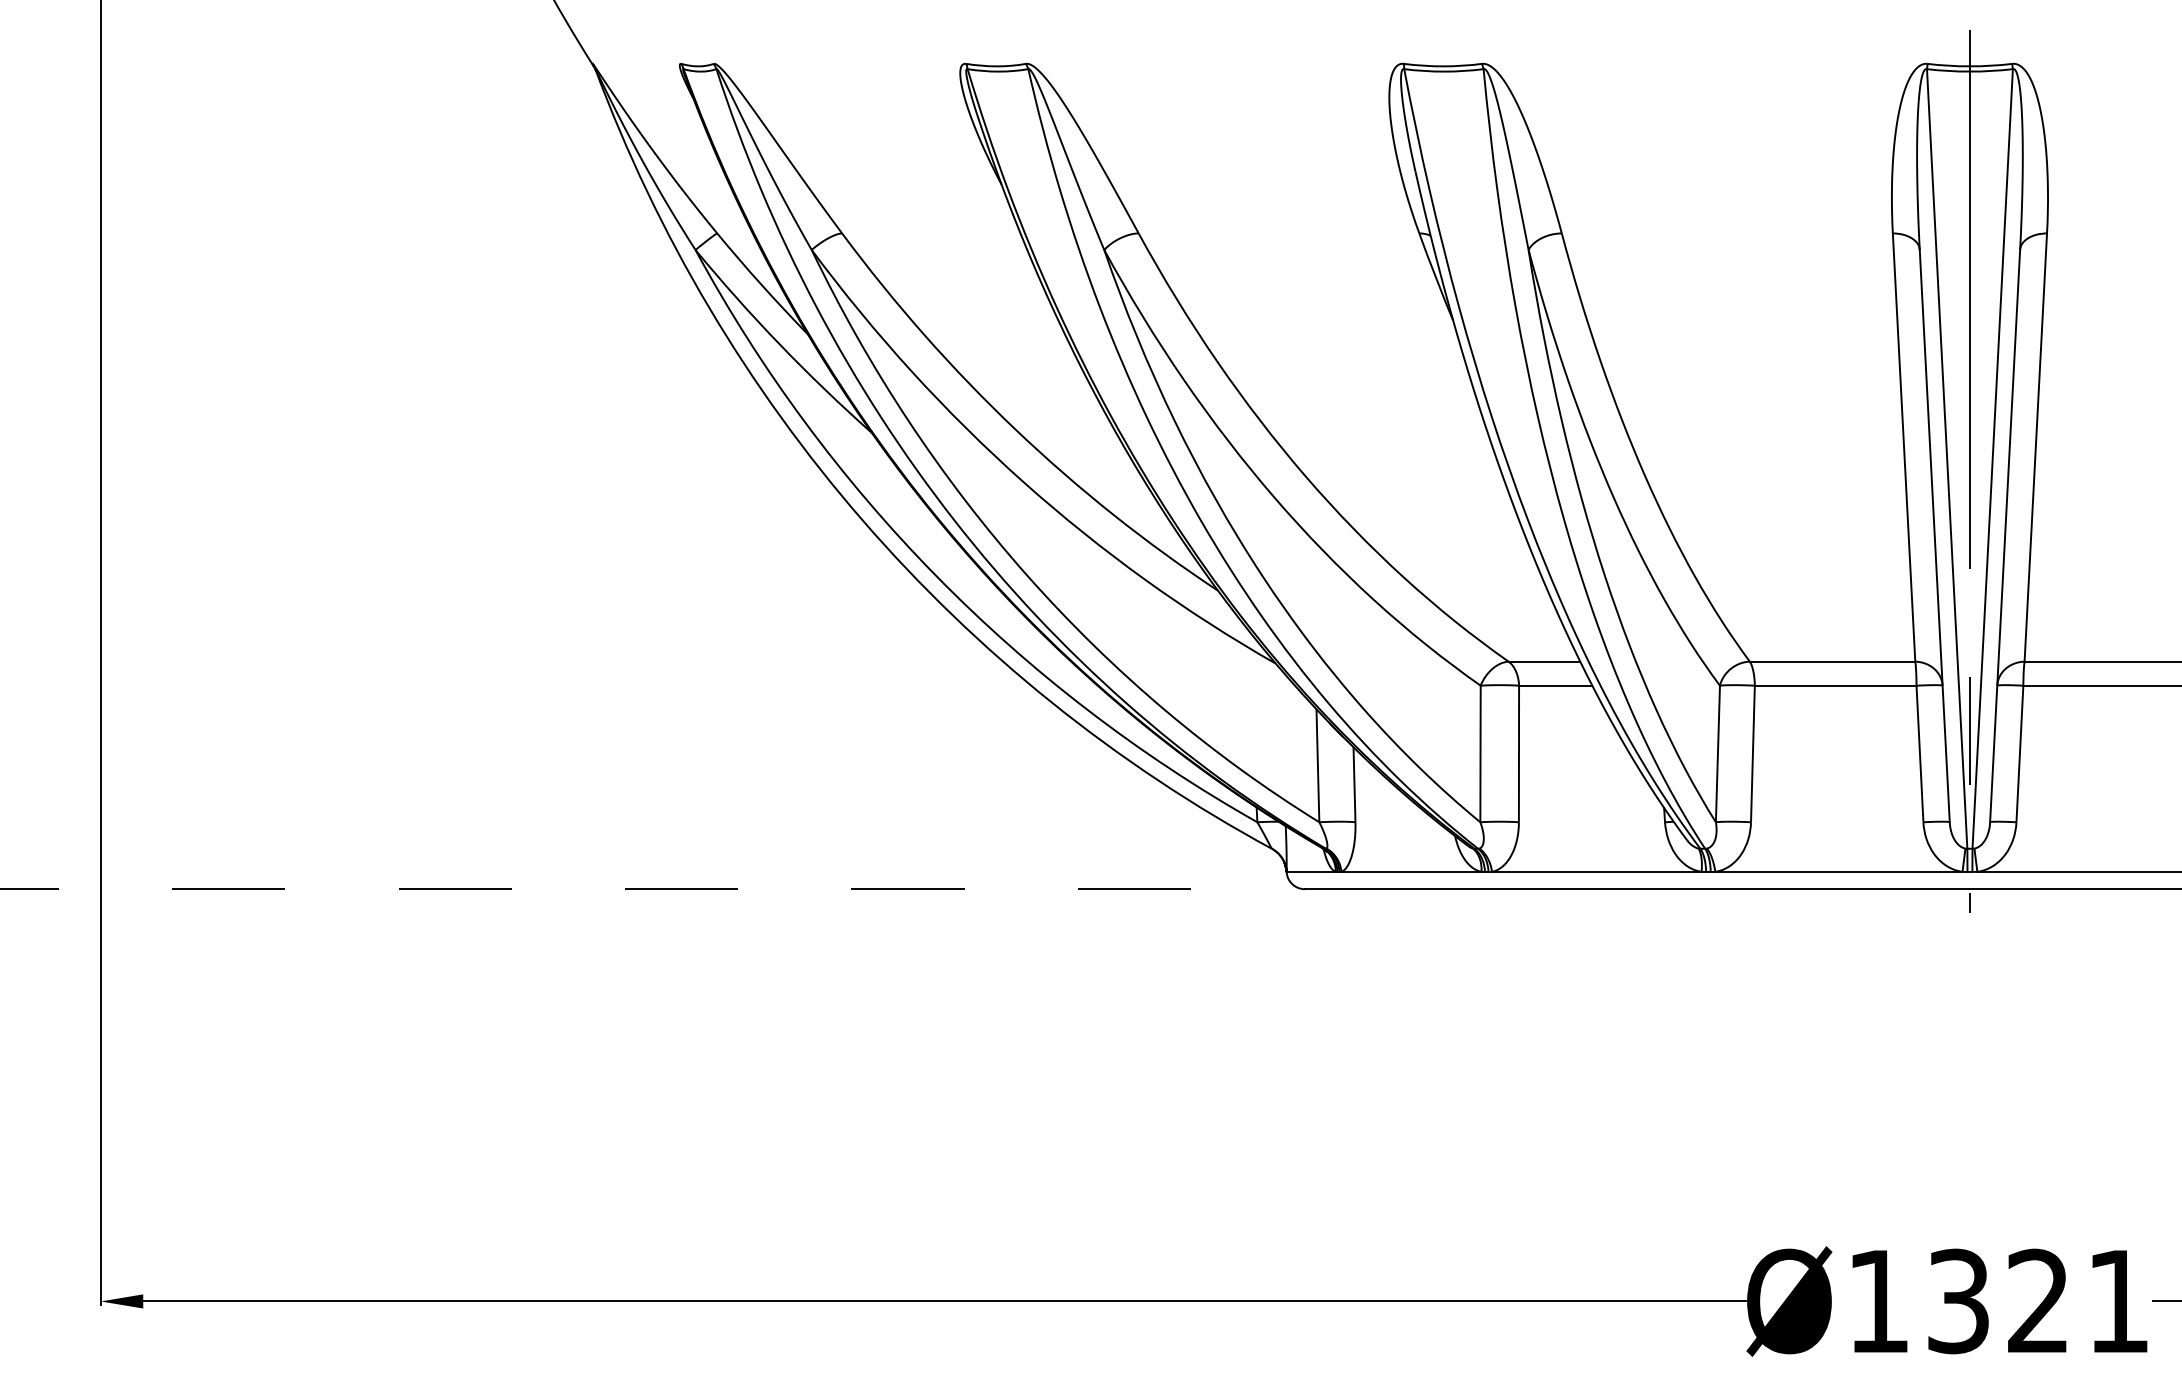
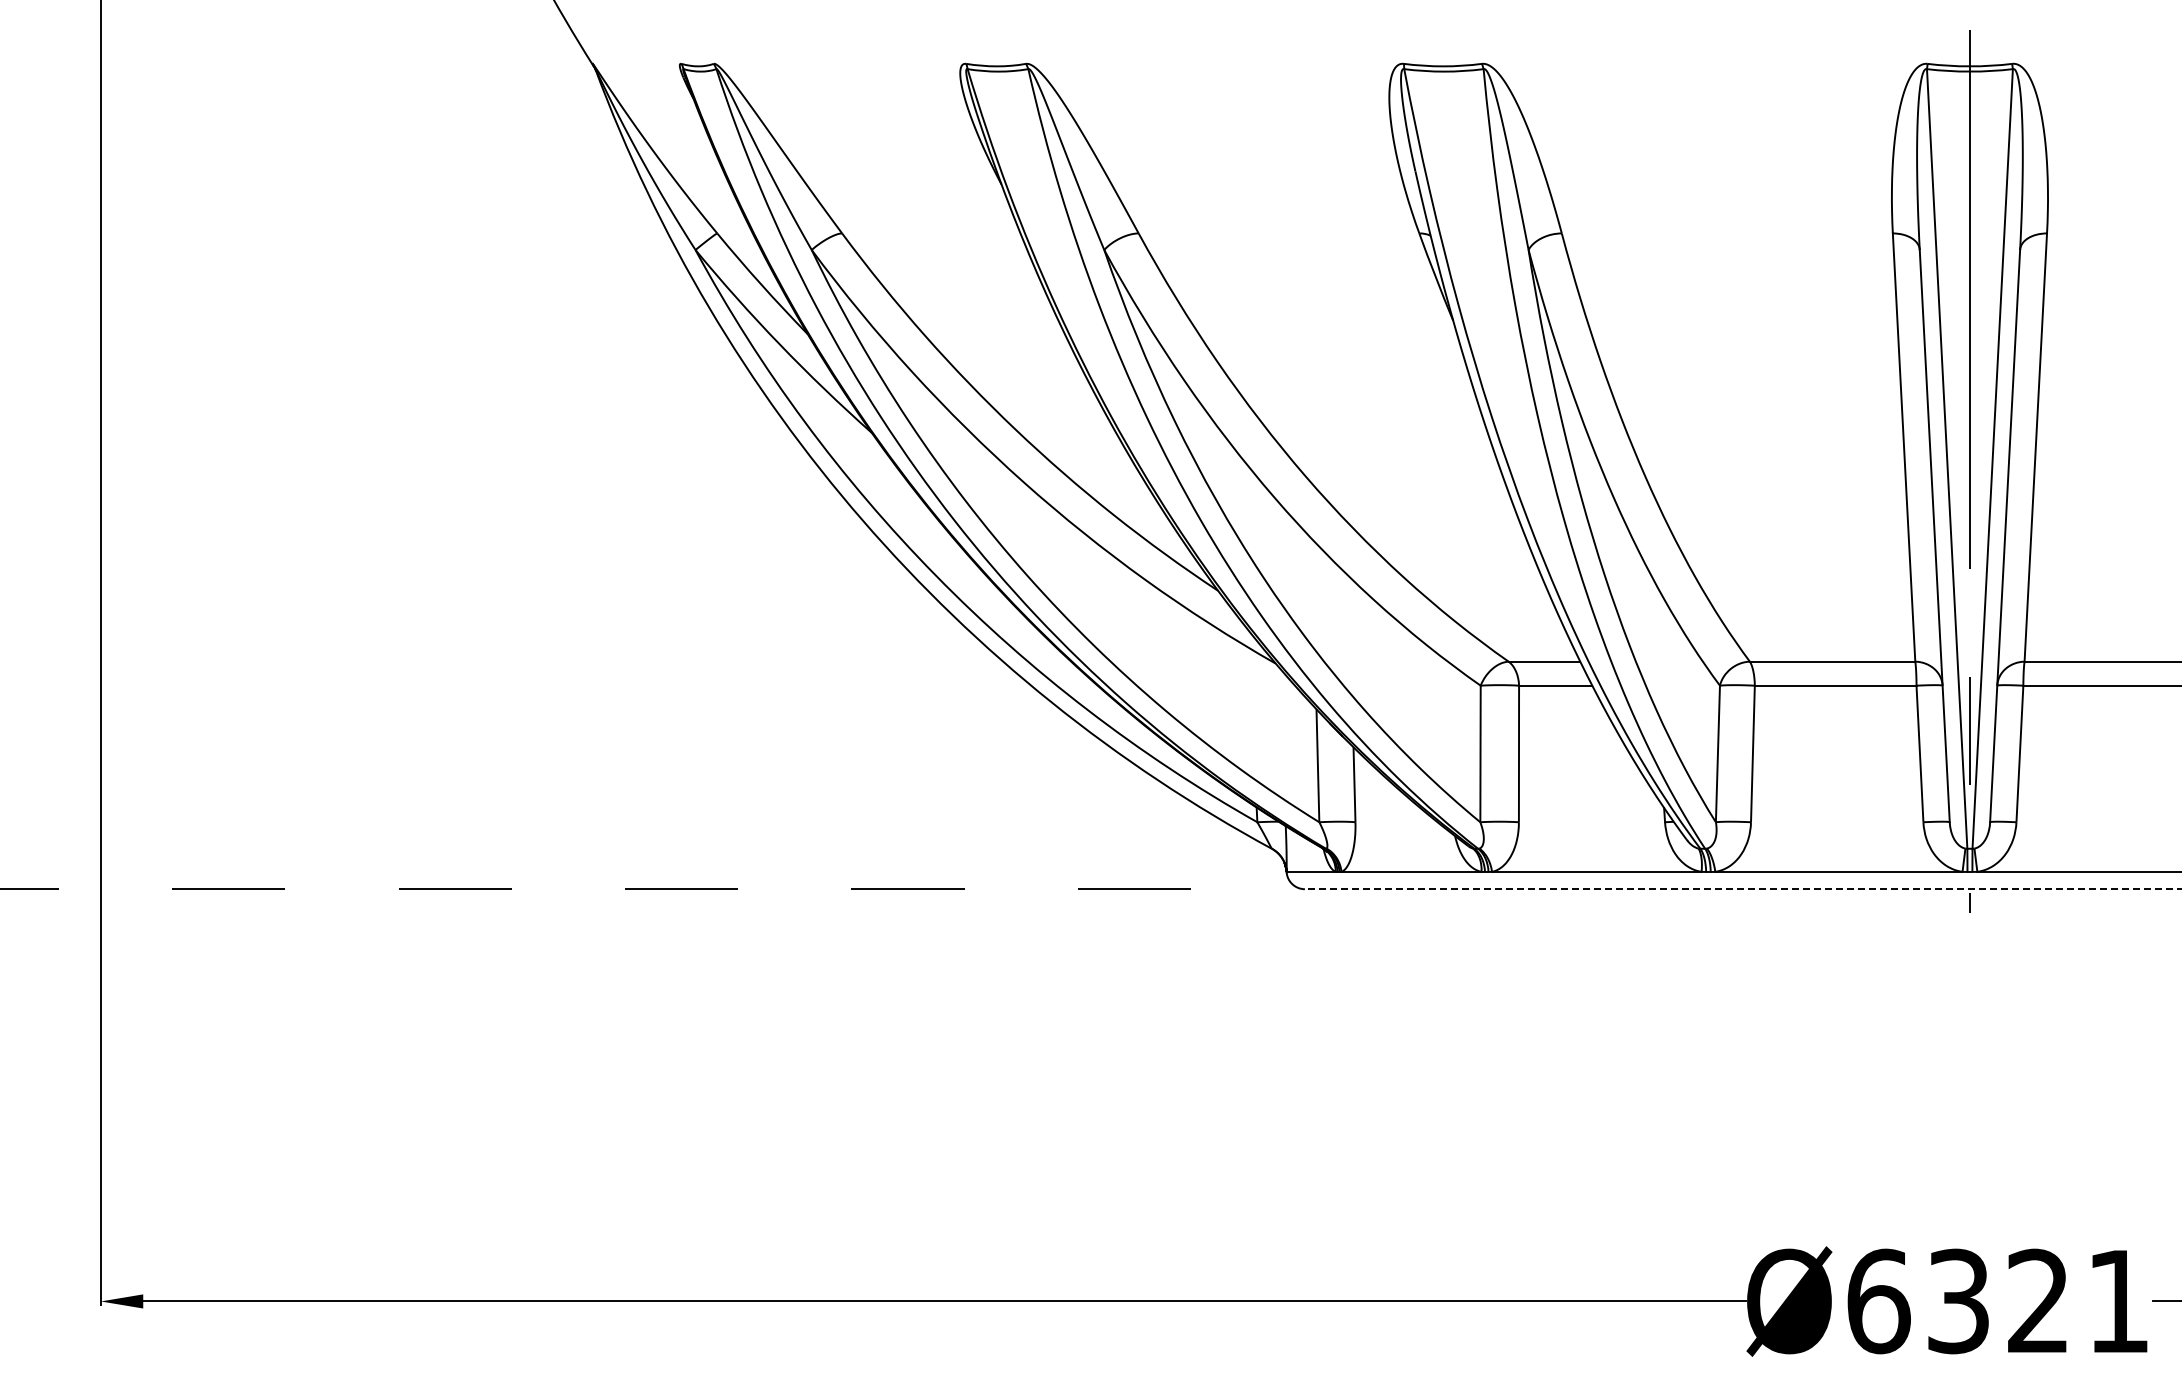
line at (1742, 889): solid -> dashed
text at (1878, 1301): Ø1321 -> Ø6321
